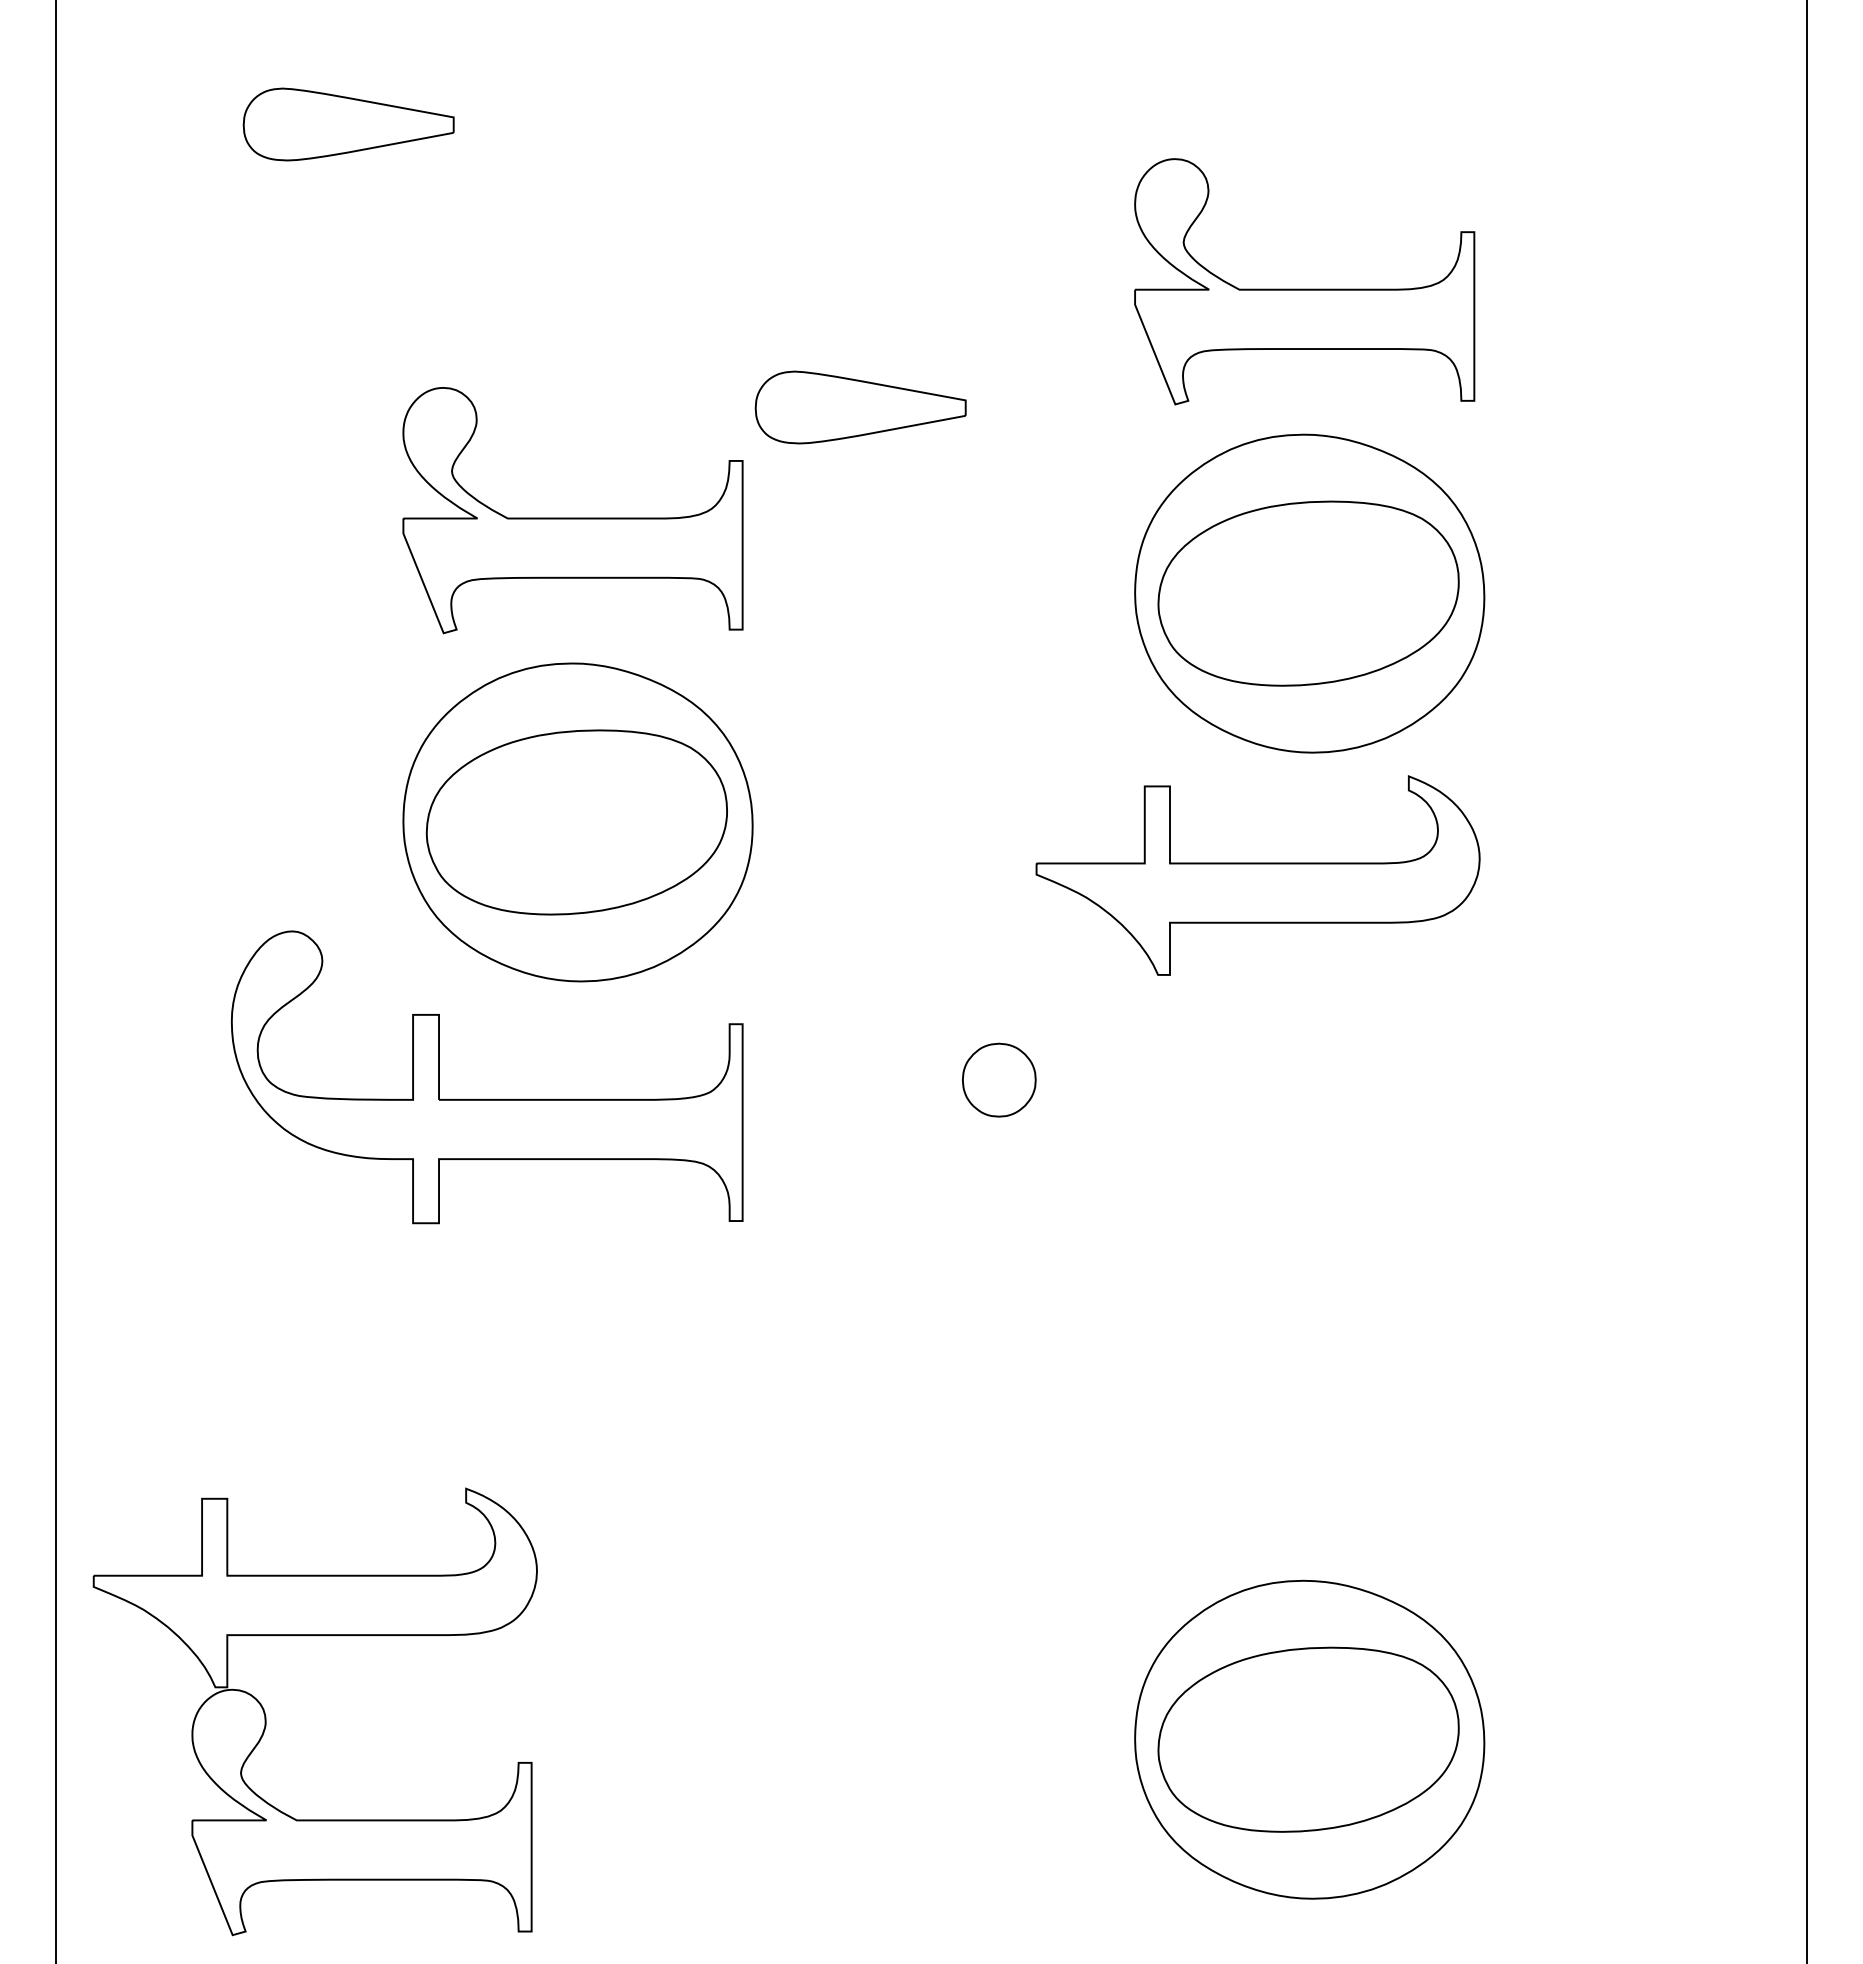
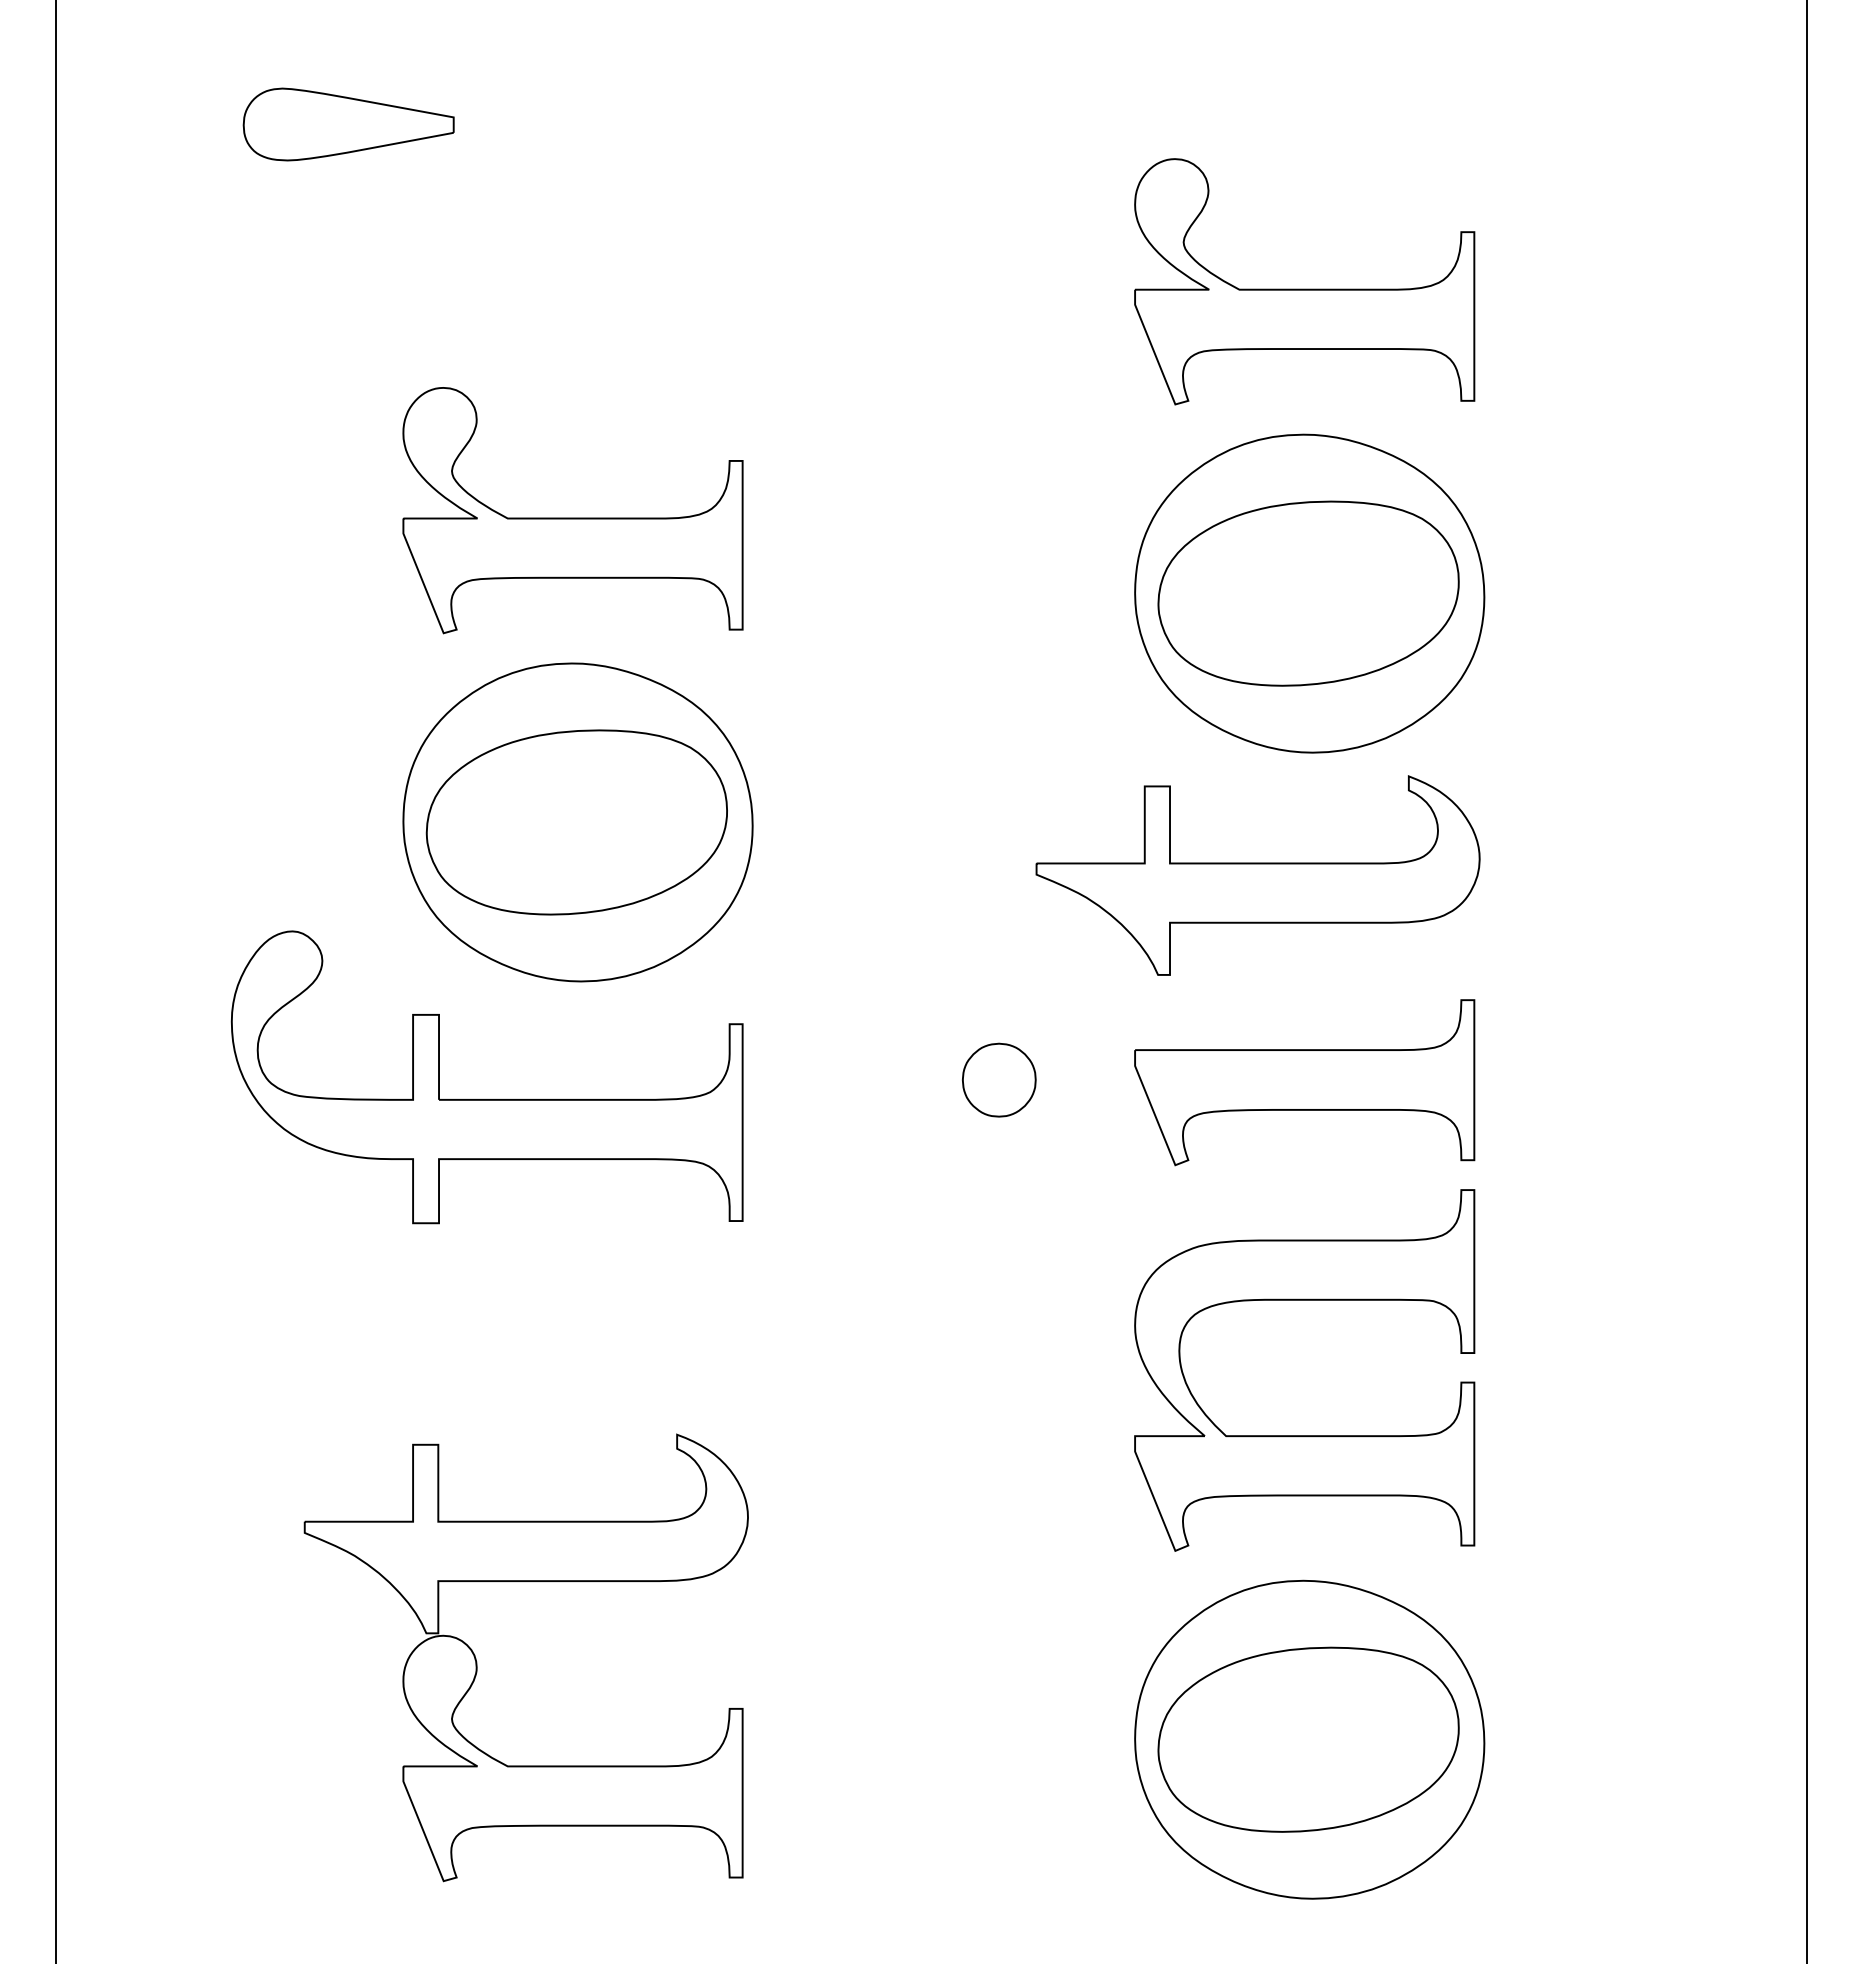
part at (860, 407): present -> none
part at (1304, 1082): none -> present
part at (1304, 1435): none -> present
part at (266, 1715) position: (266, 1715) -> (477, 1661)
